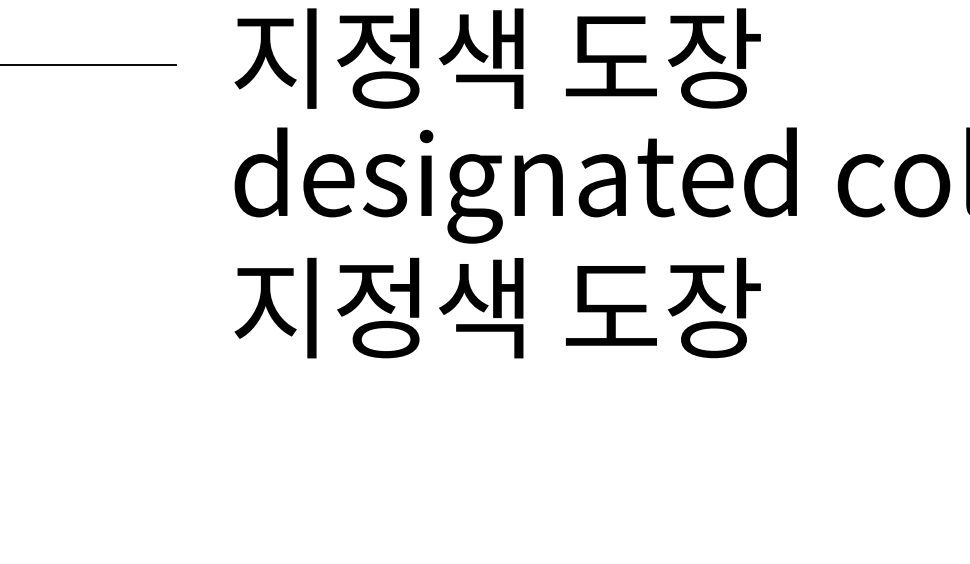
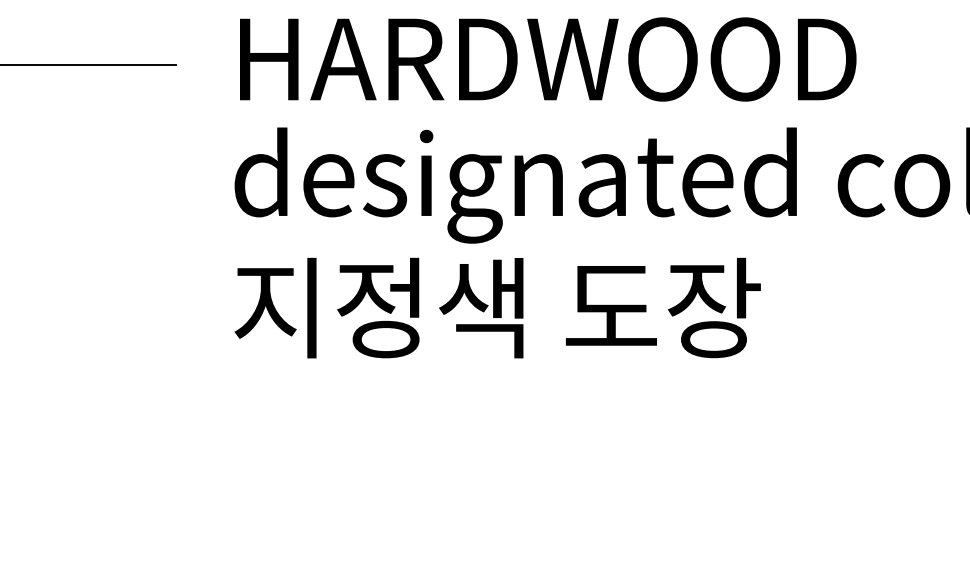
text at (545, 58): 지정색 도장 -> HARDWOOD
